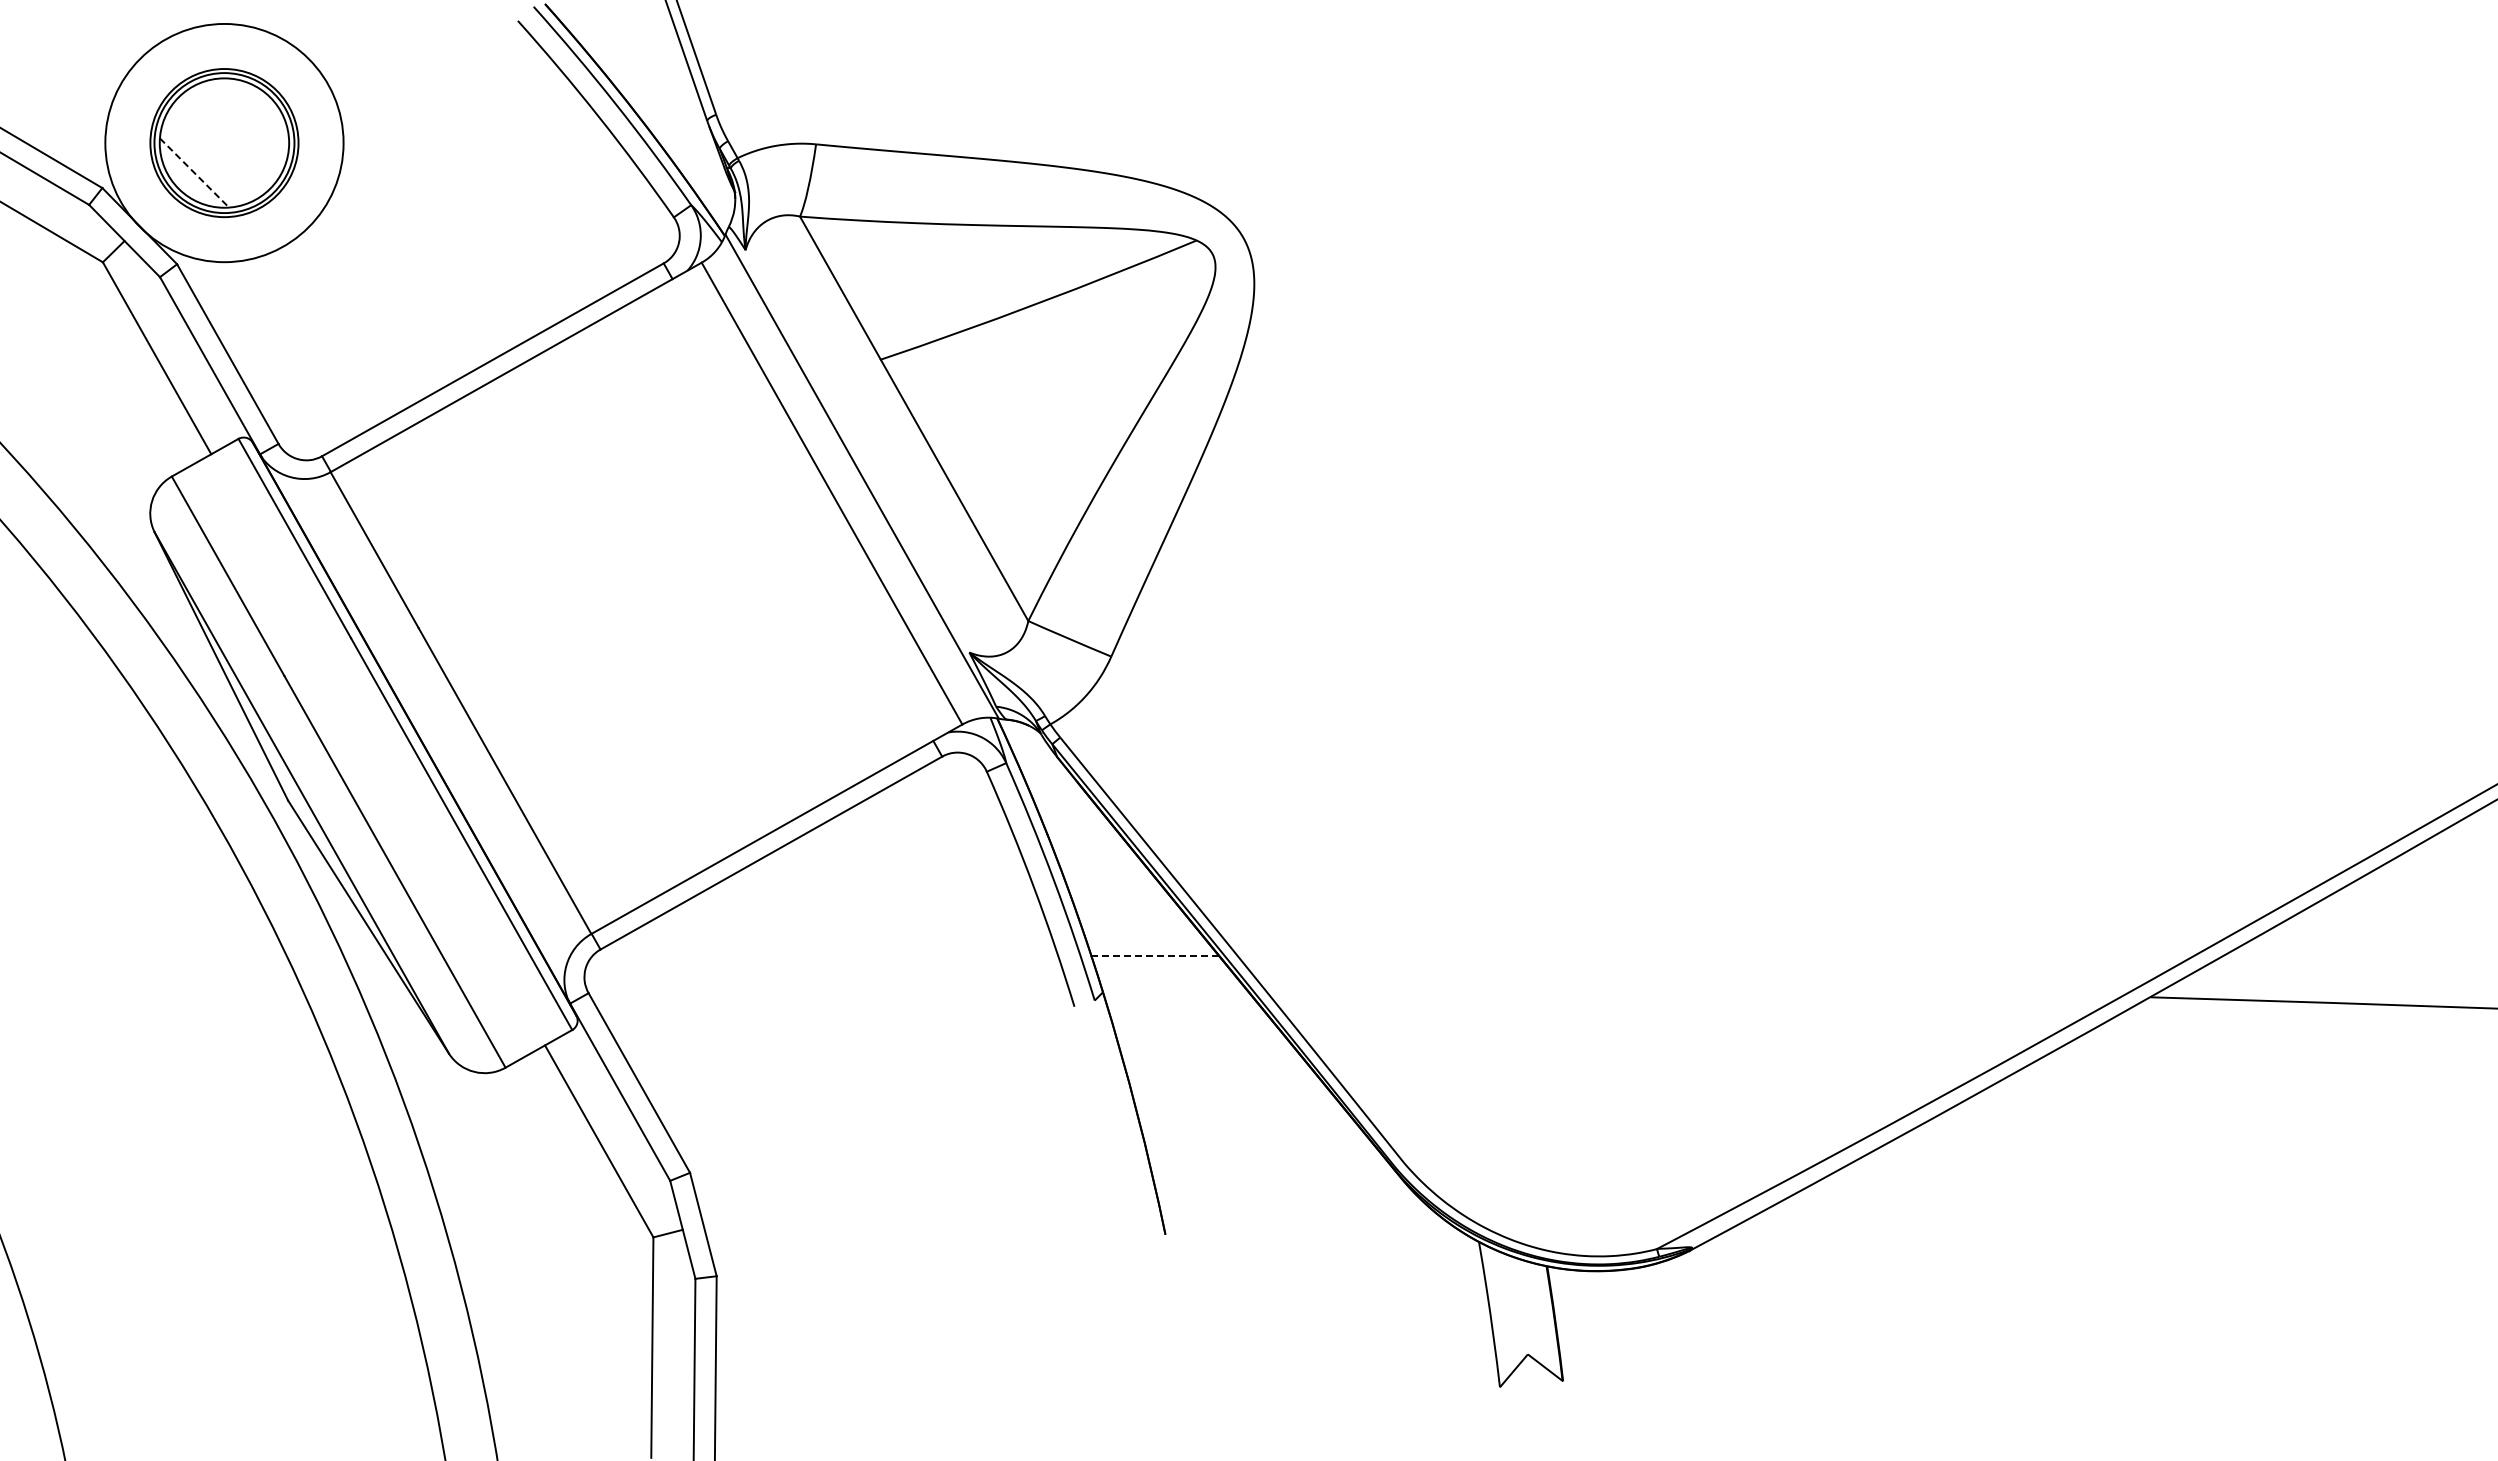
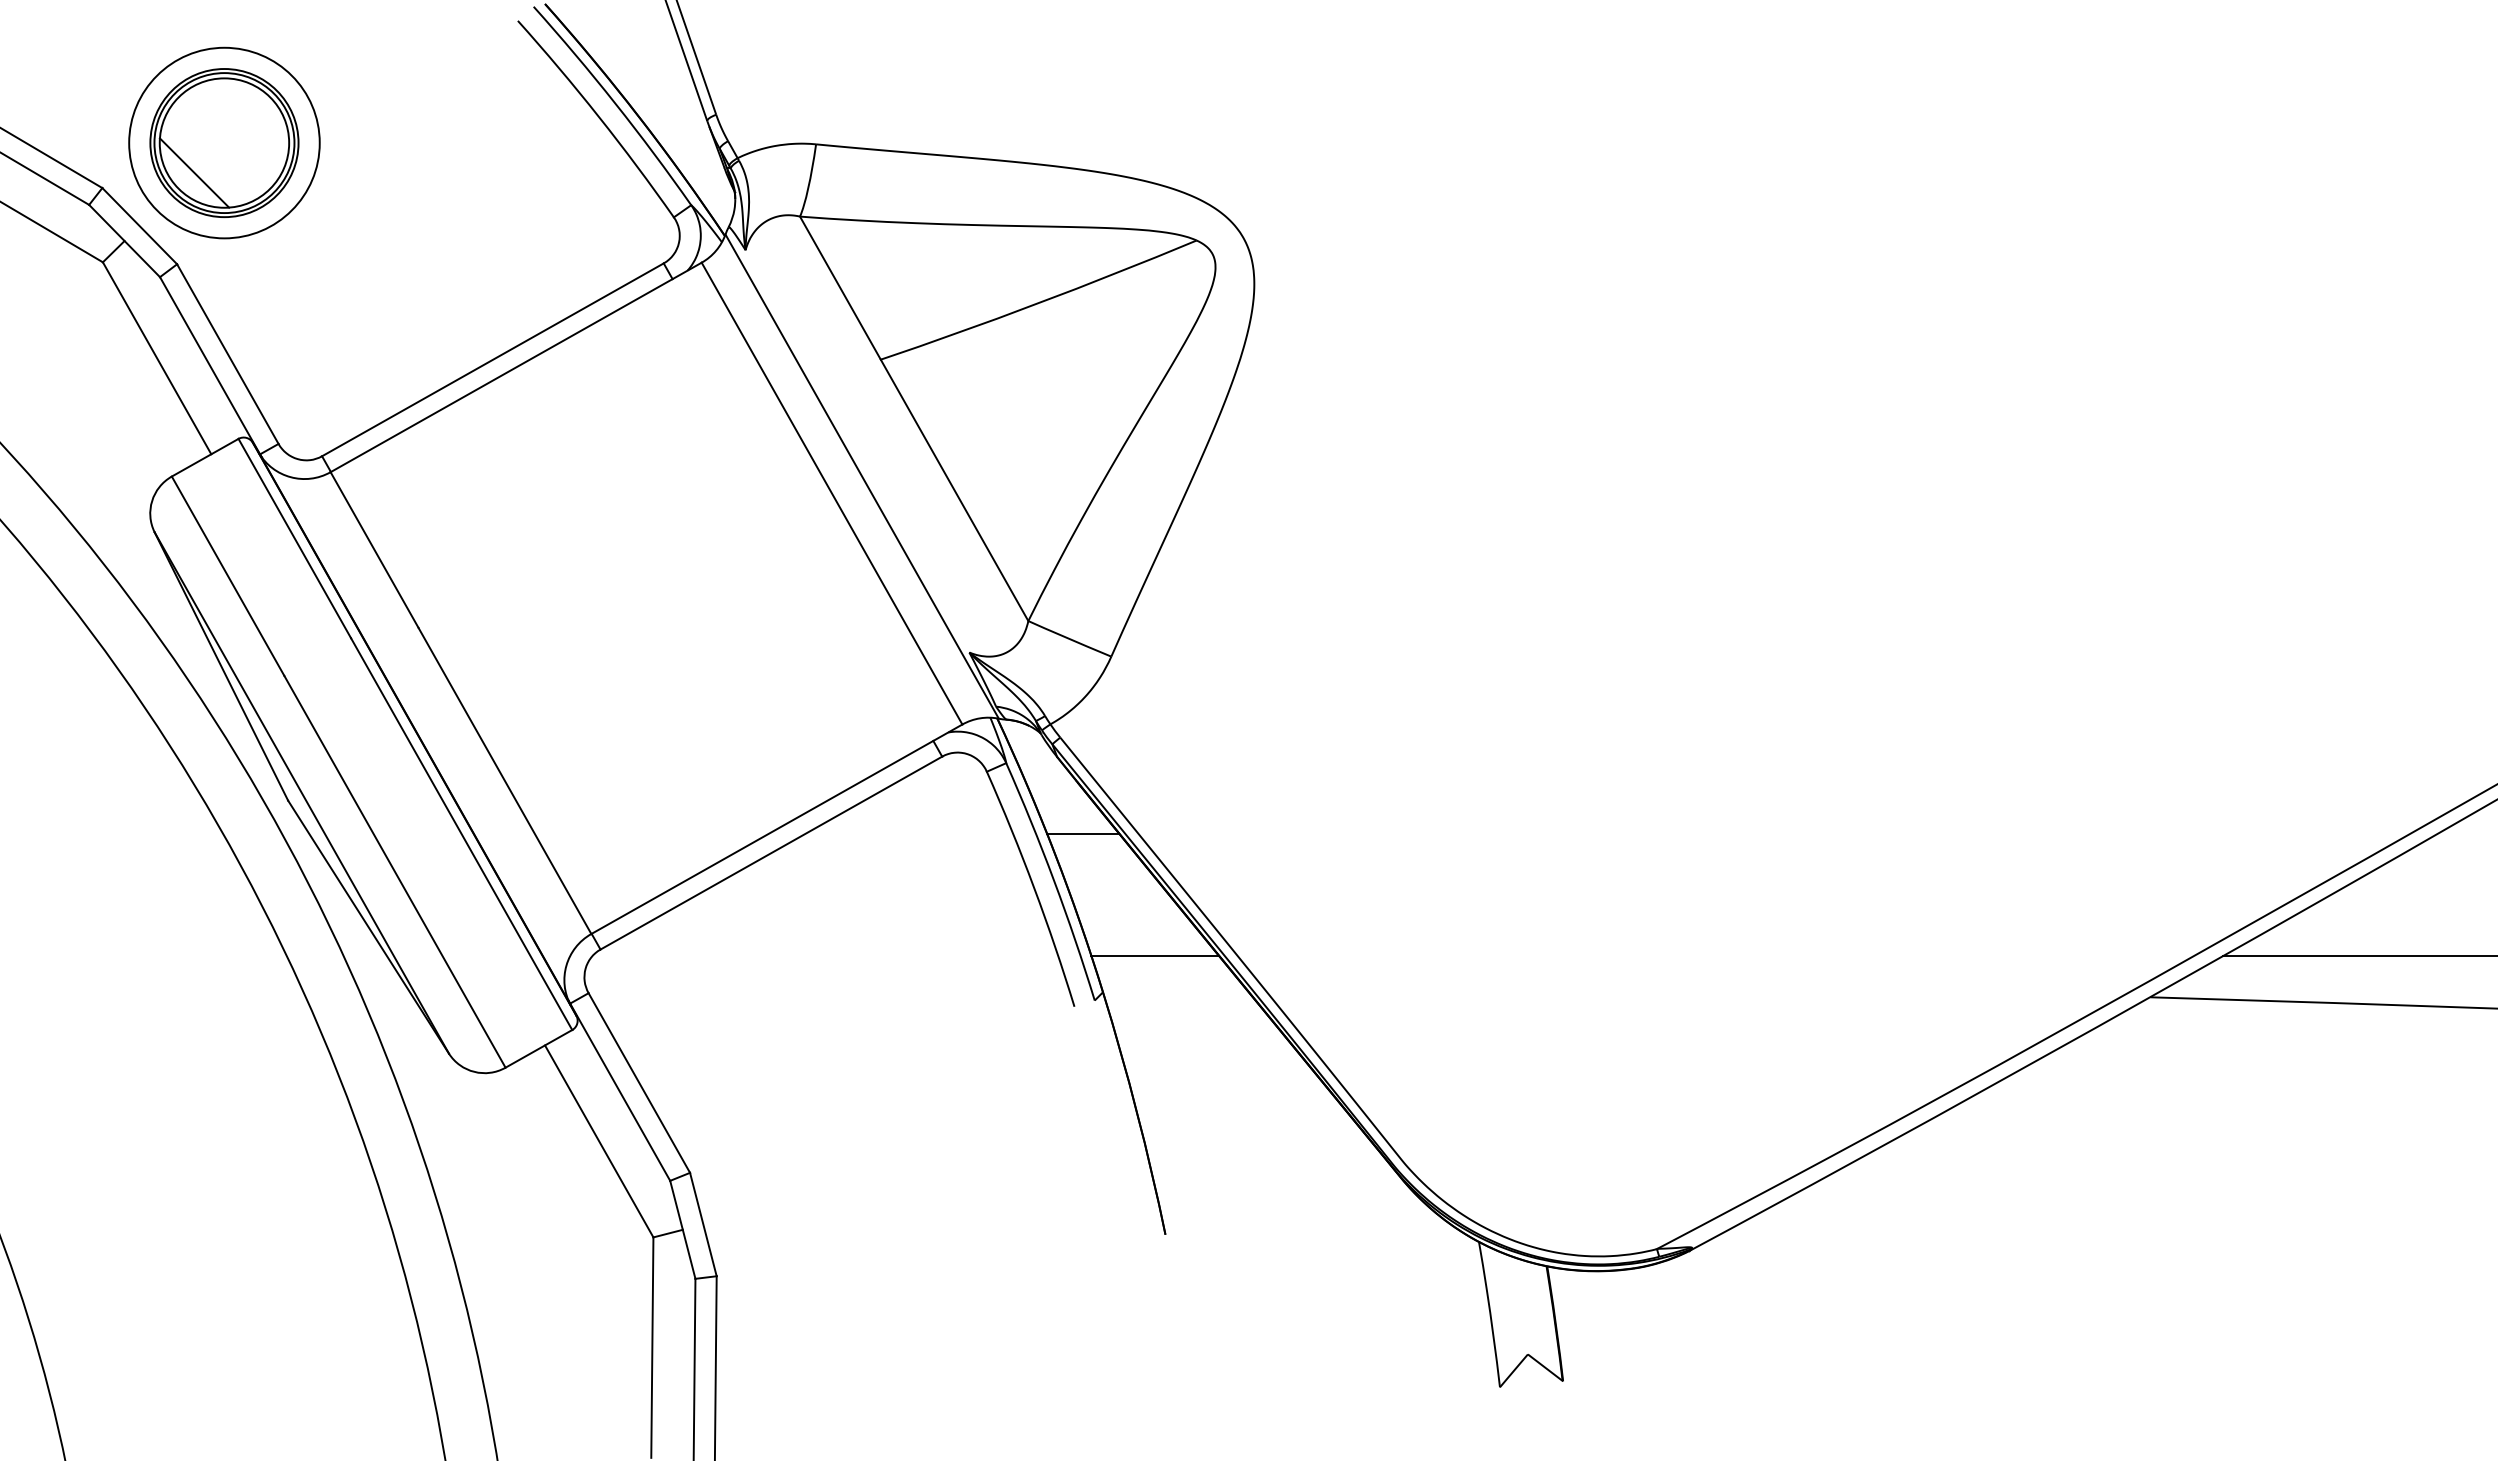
circle at (224, 142) diameter: 238 px -> 191 px
line at (194, 173): dashed -> solid
line at (1083, 833): none -> present
line at (1155, 955): dashed -> solid
line at (2358, 955): none -> present
